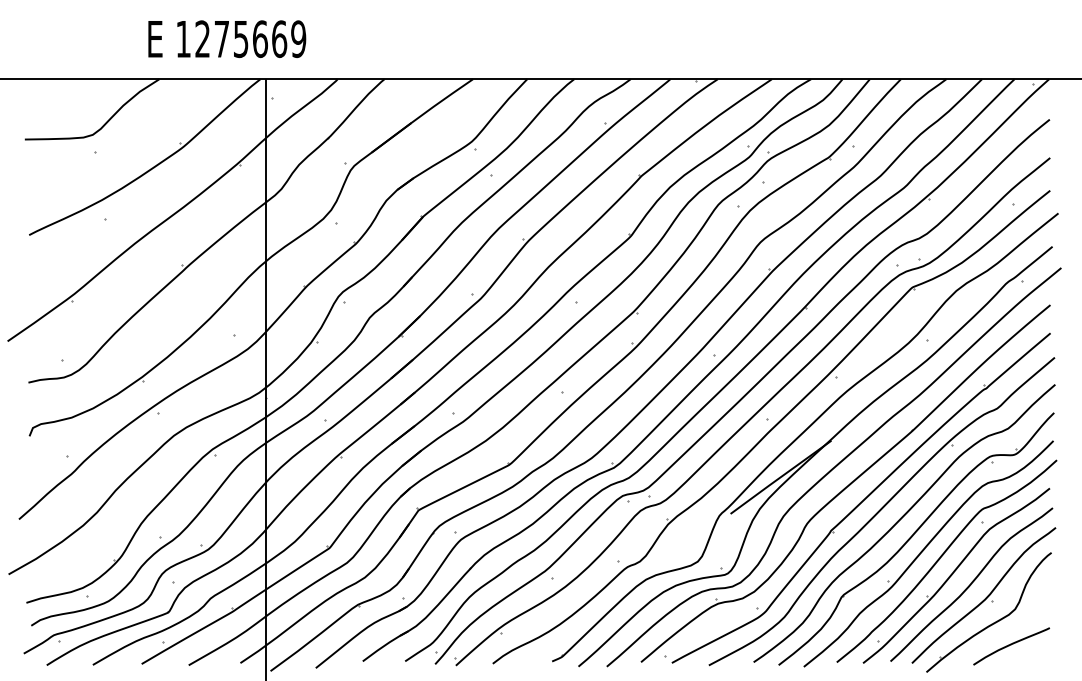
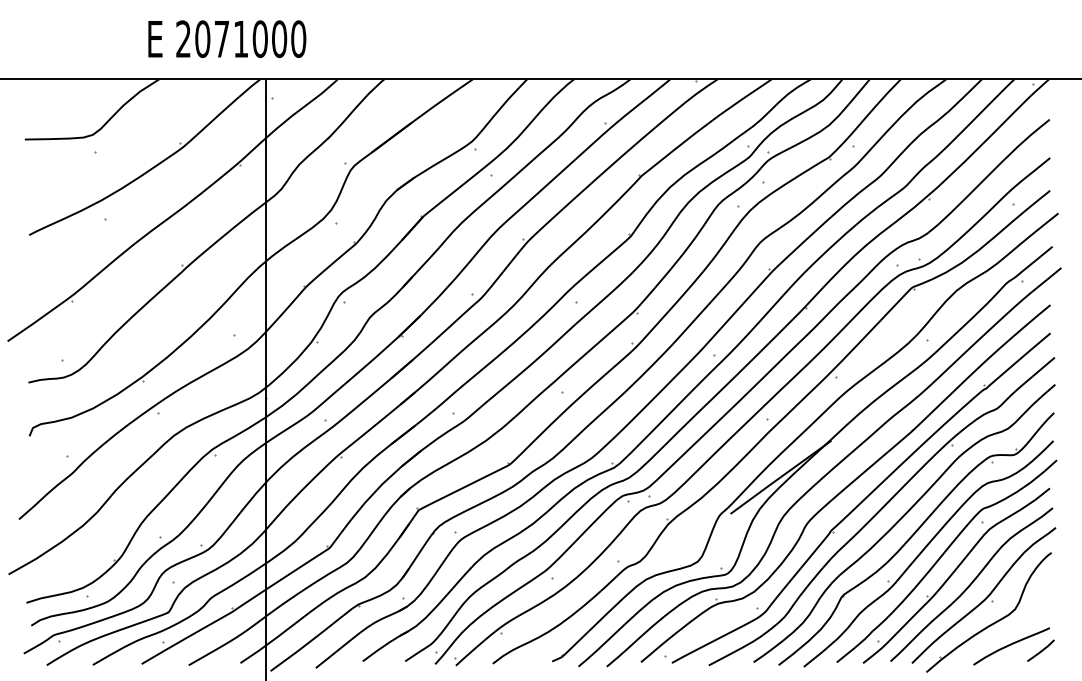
text at (241, 39): 1275669 -> 2071000
line at (1040, 650): none -> present
